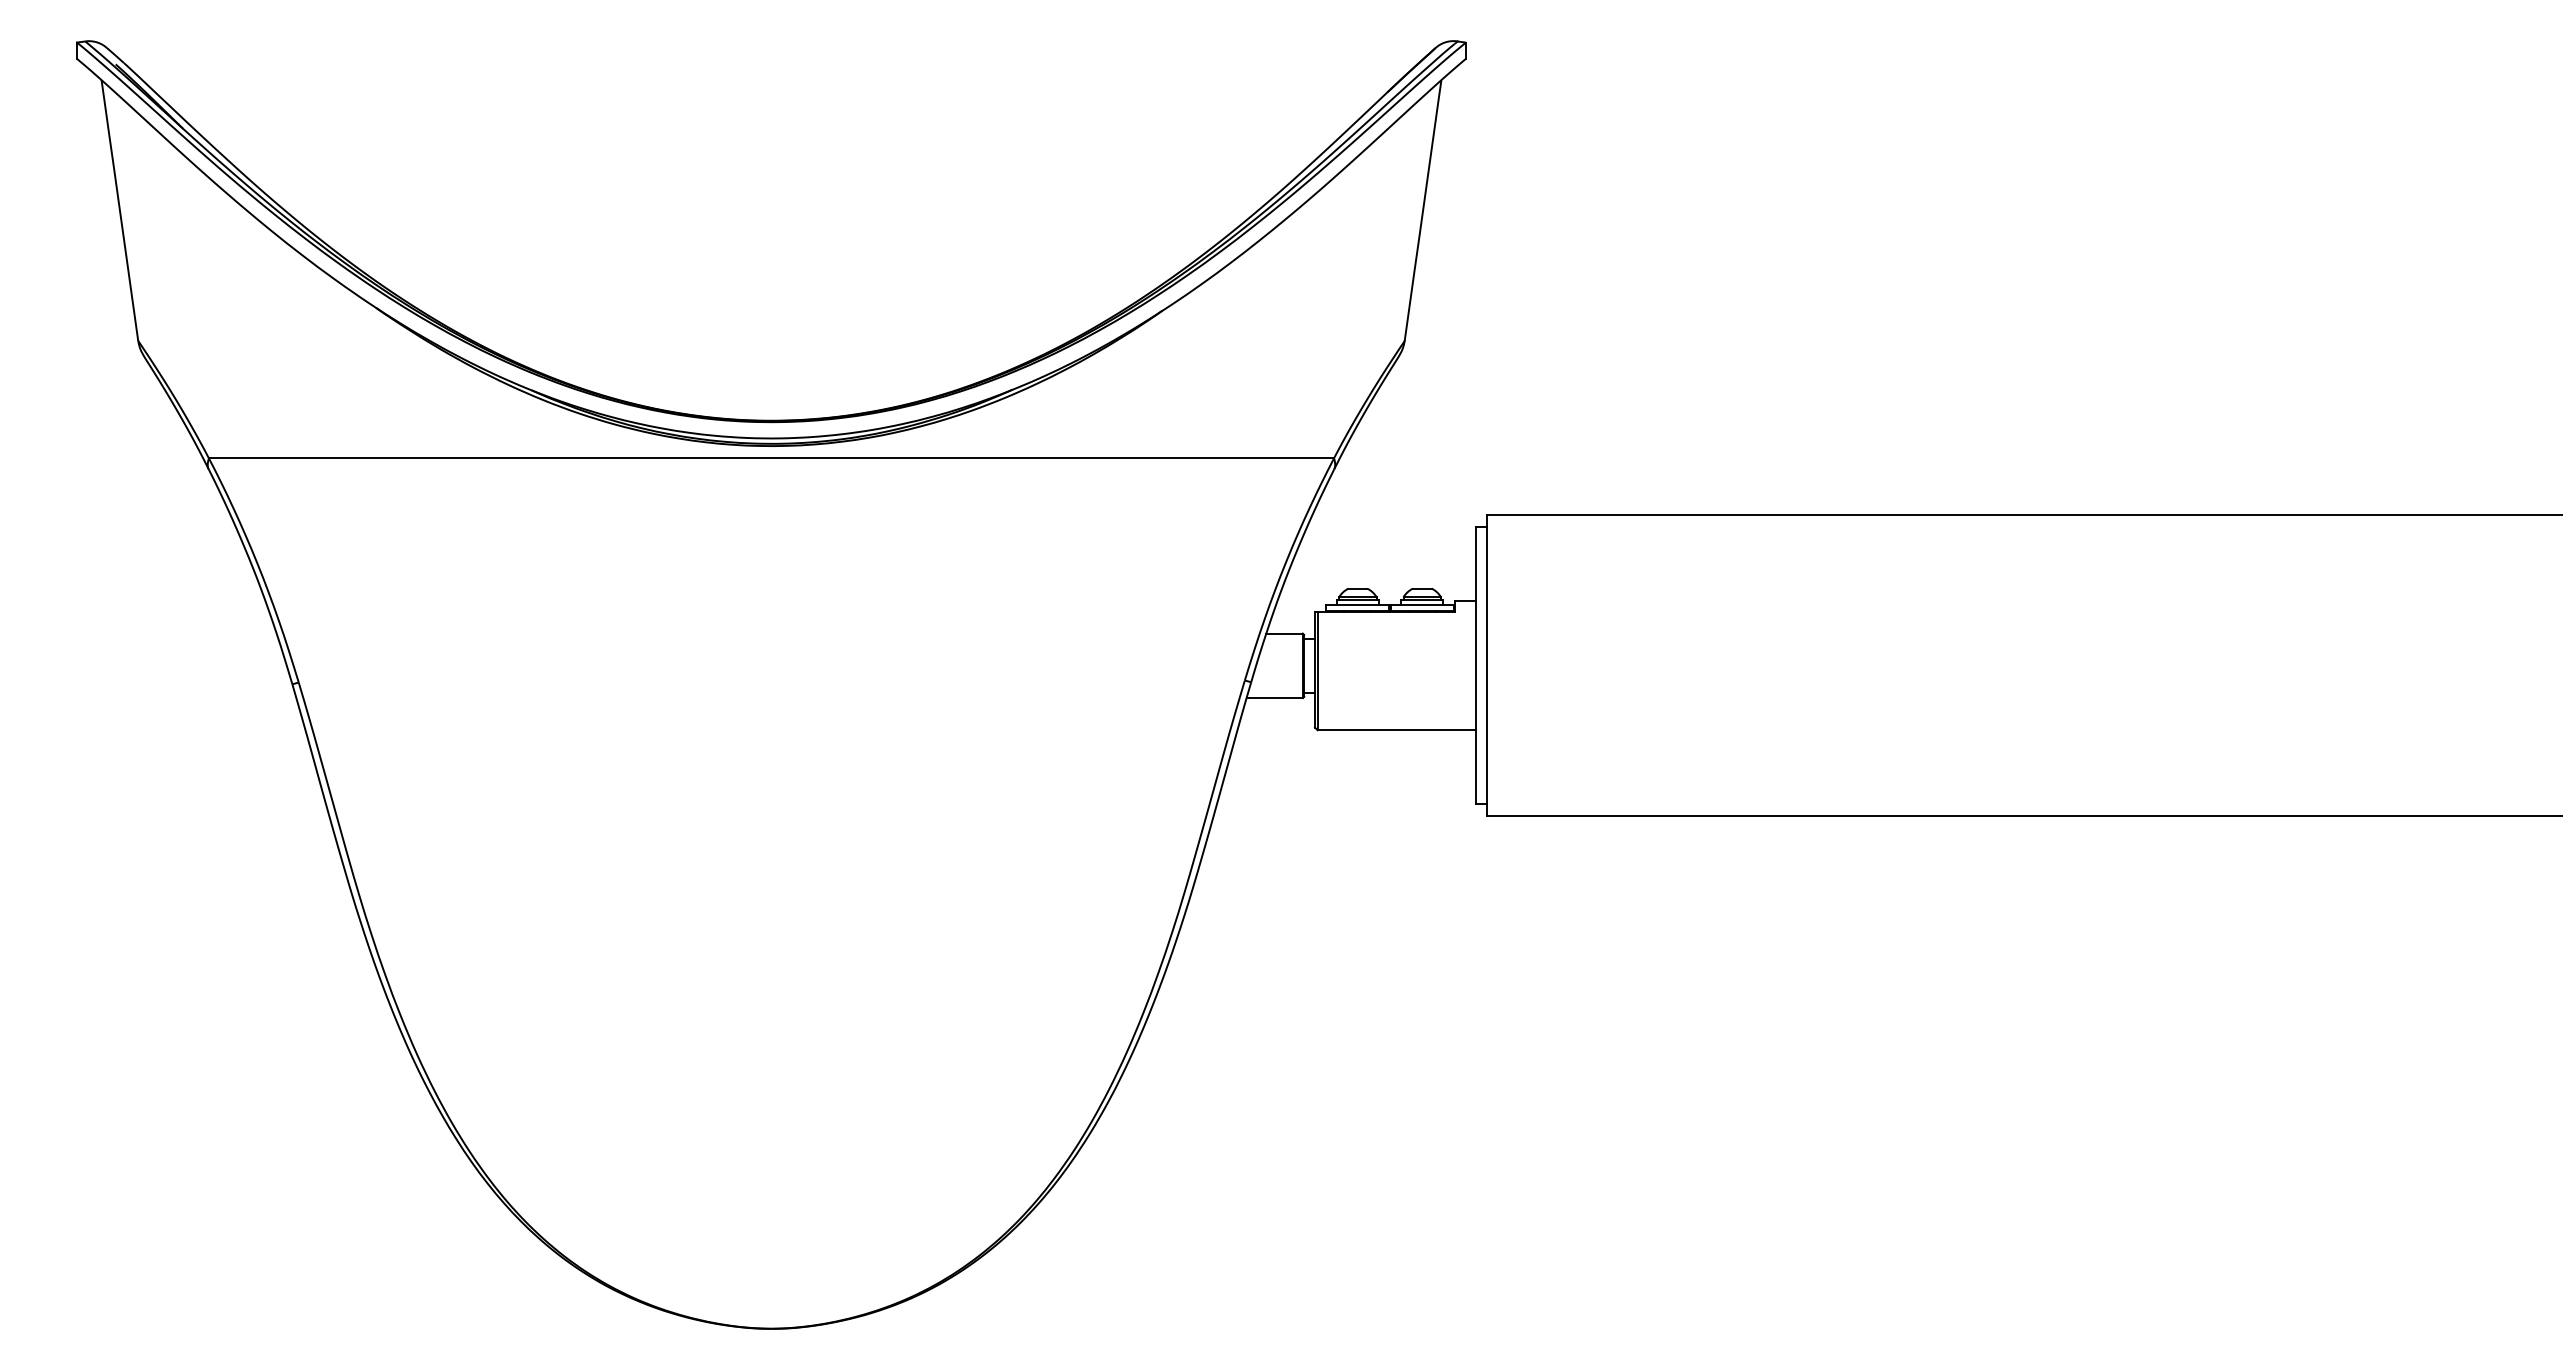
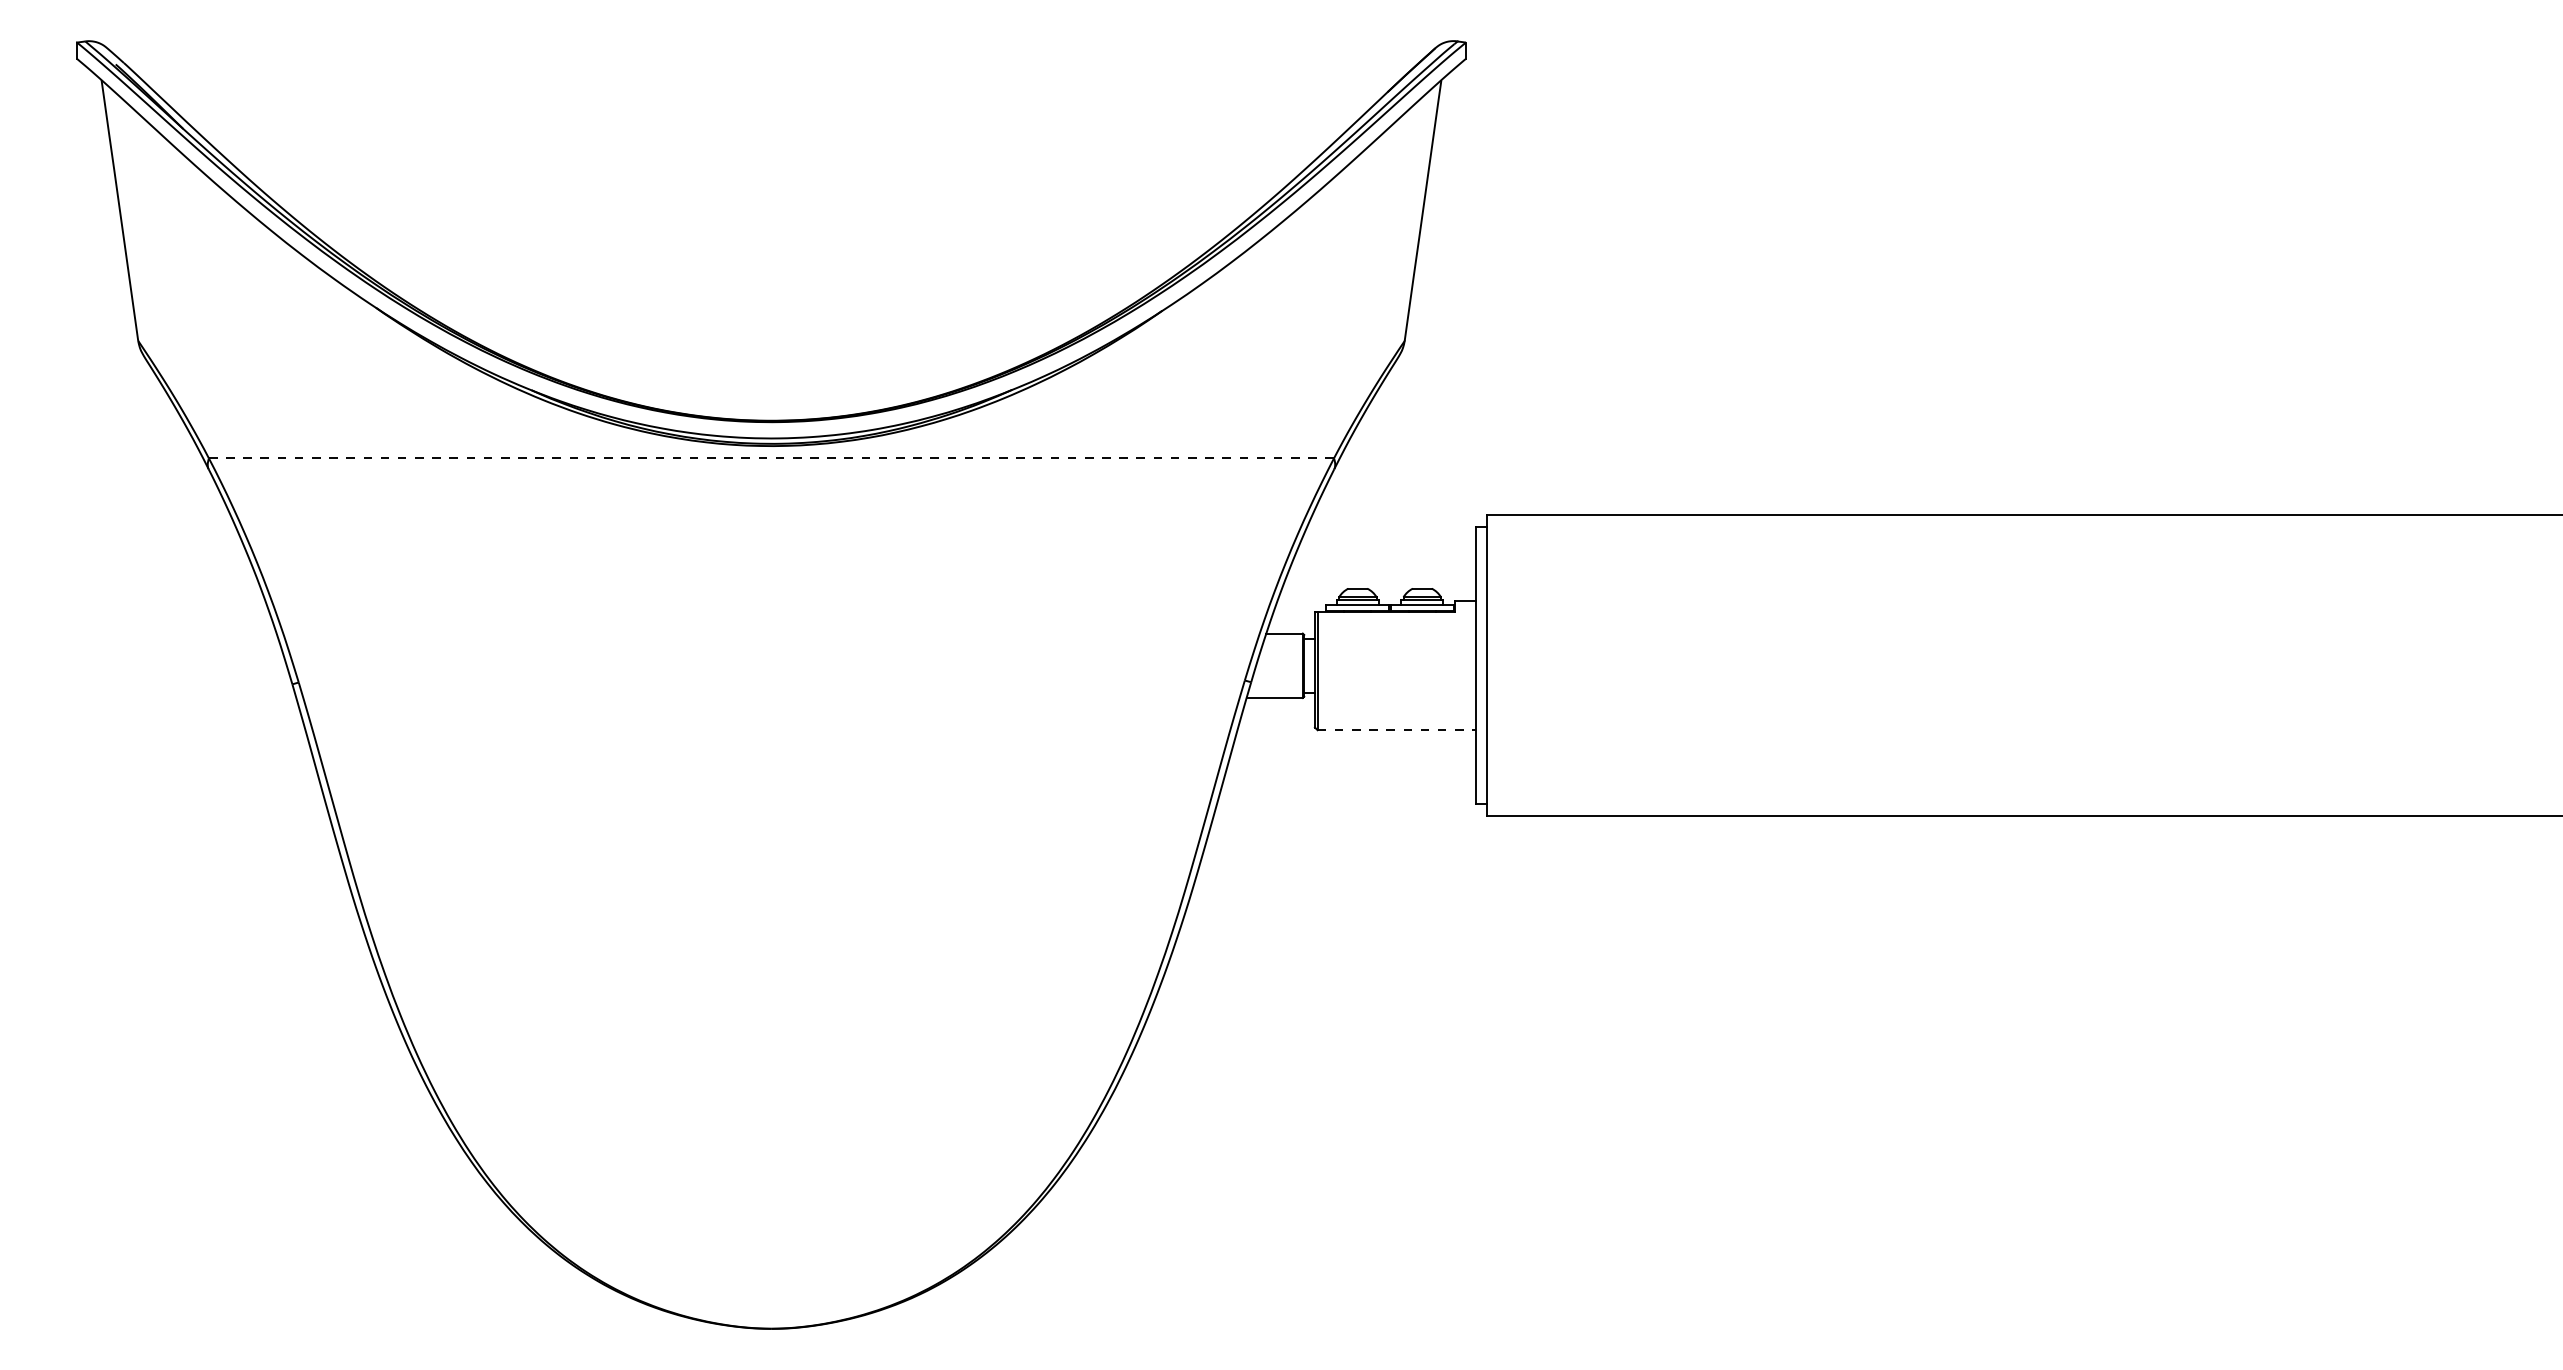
line at (771, 458): solid -> dashed
line at (1397, 730): solid -> dashed
